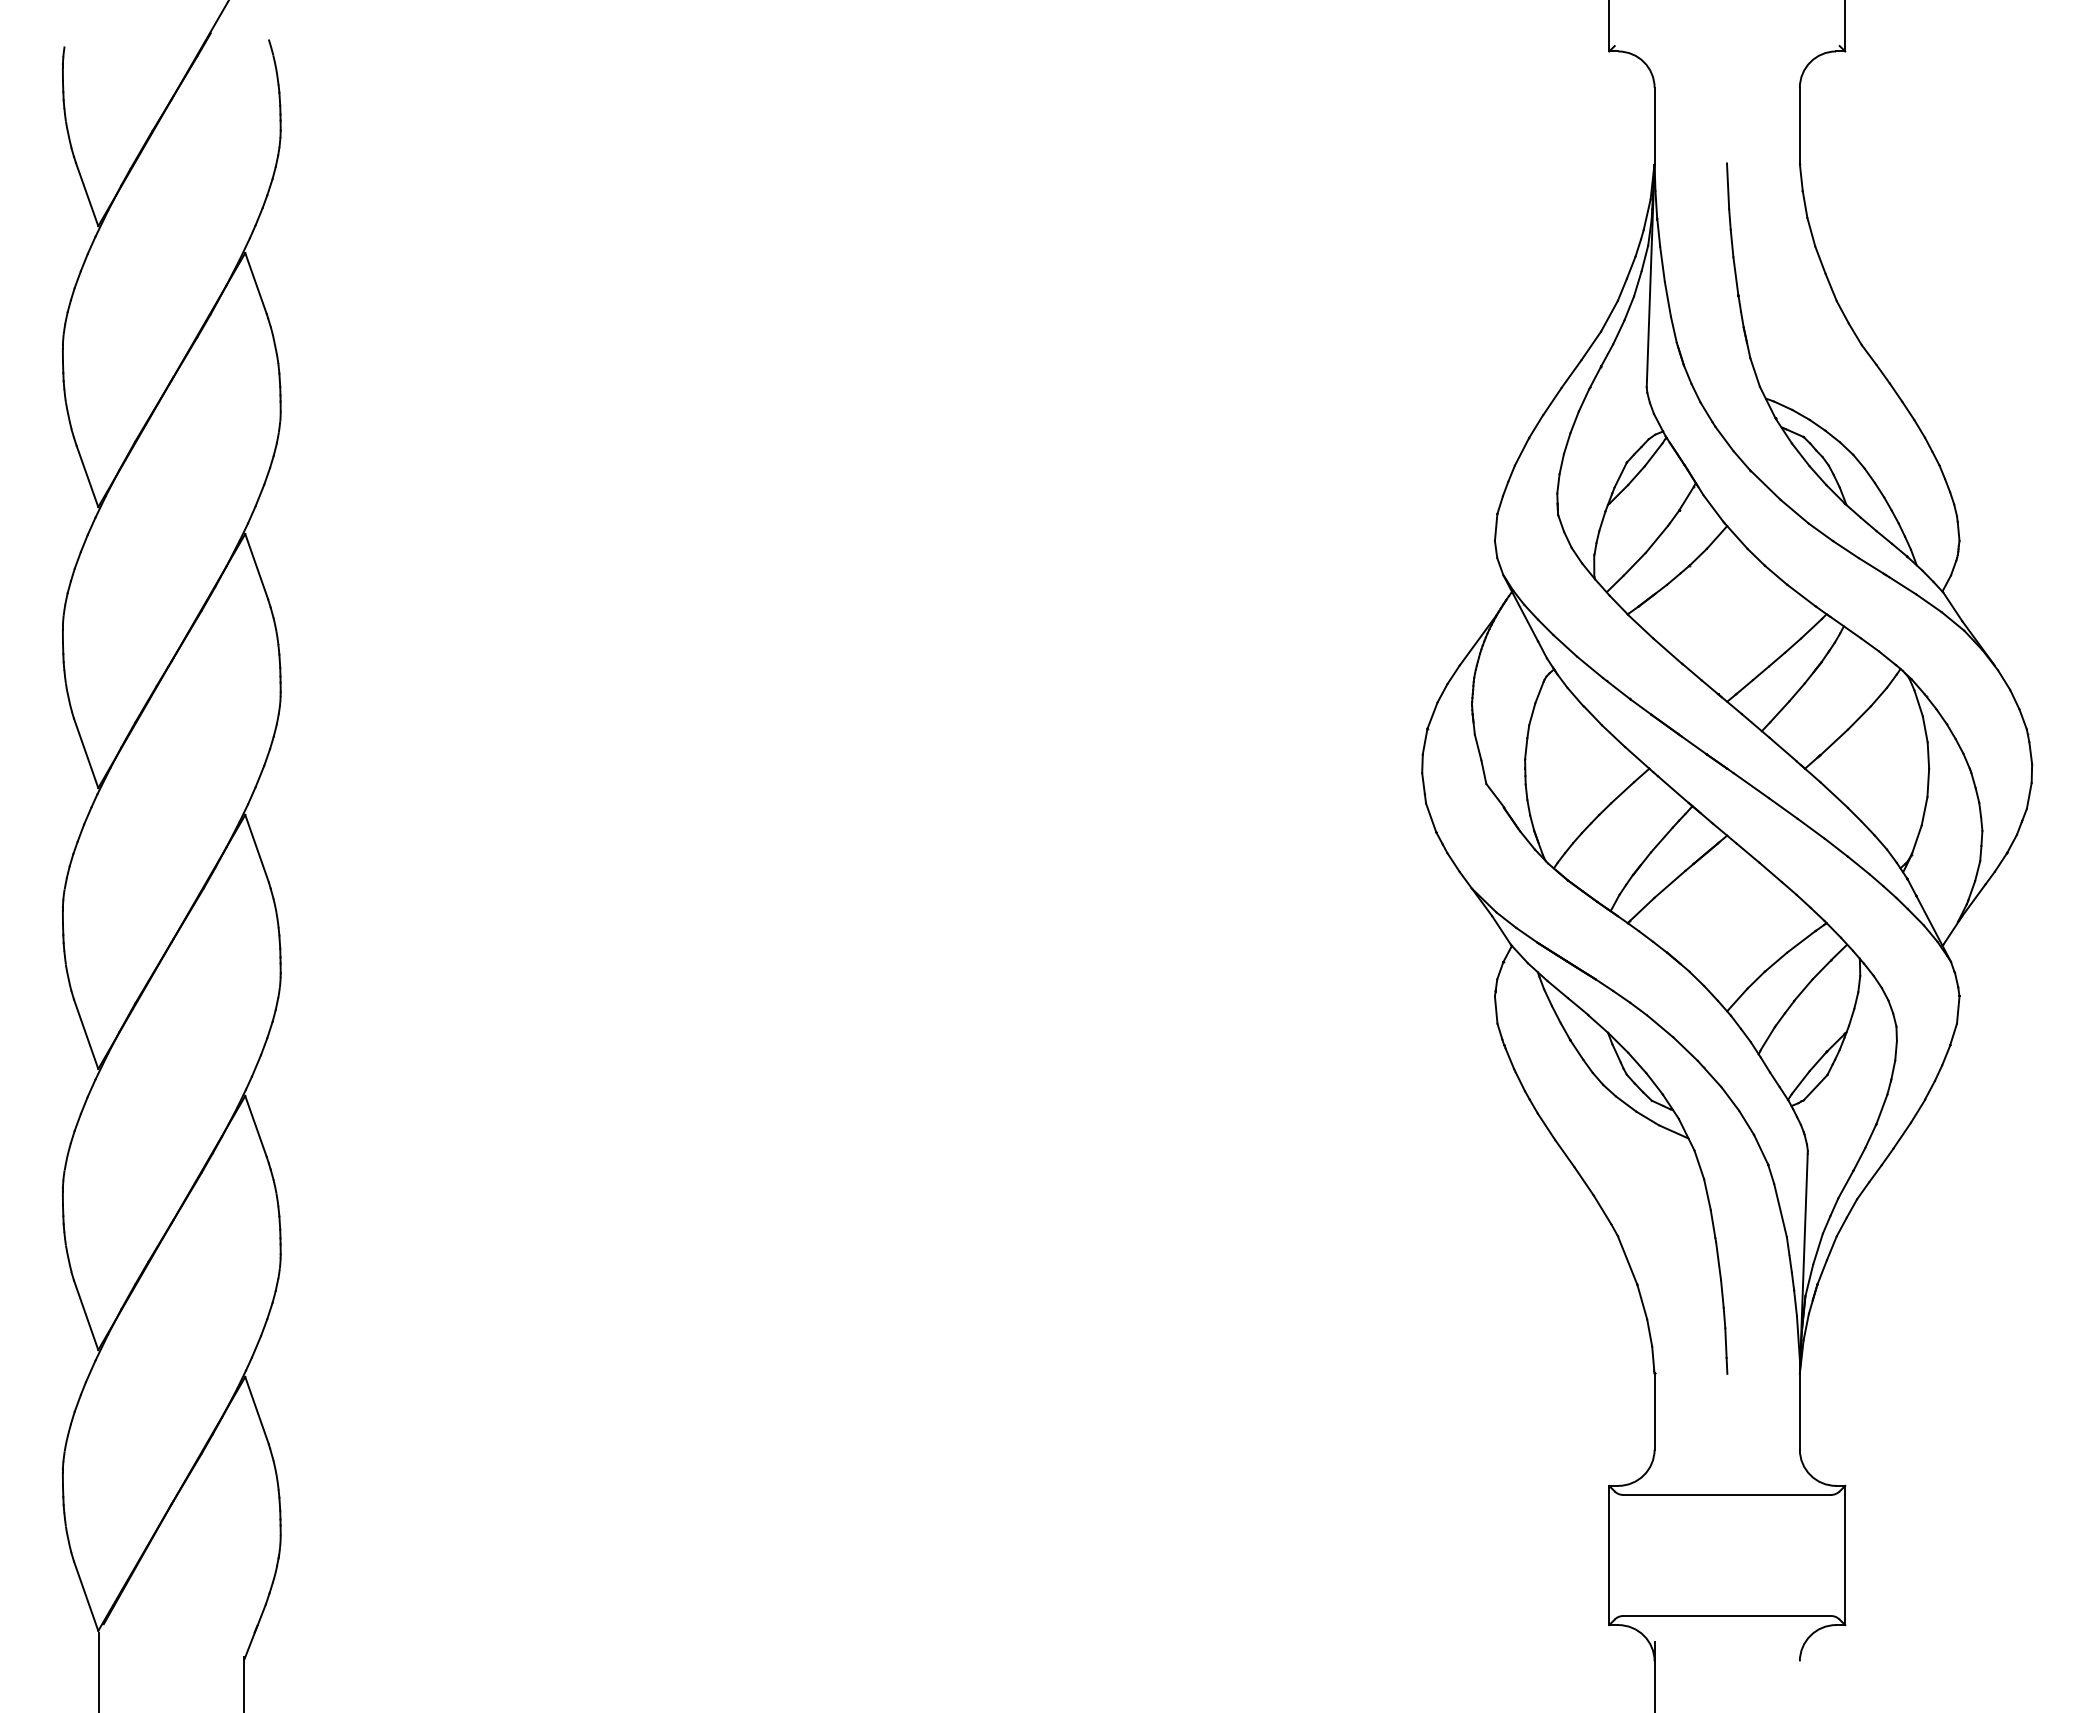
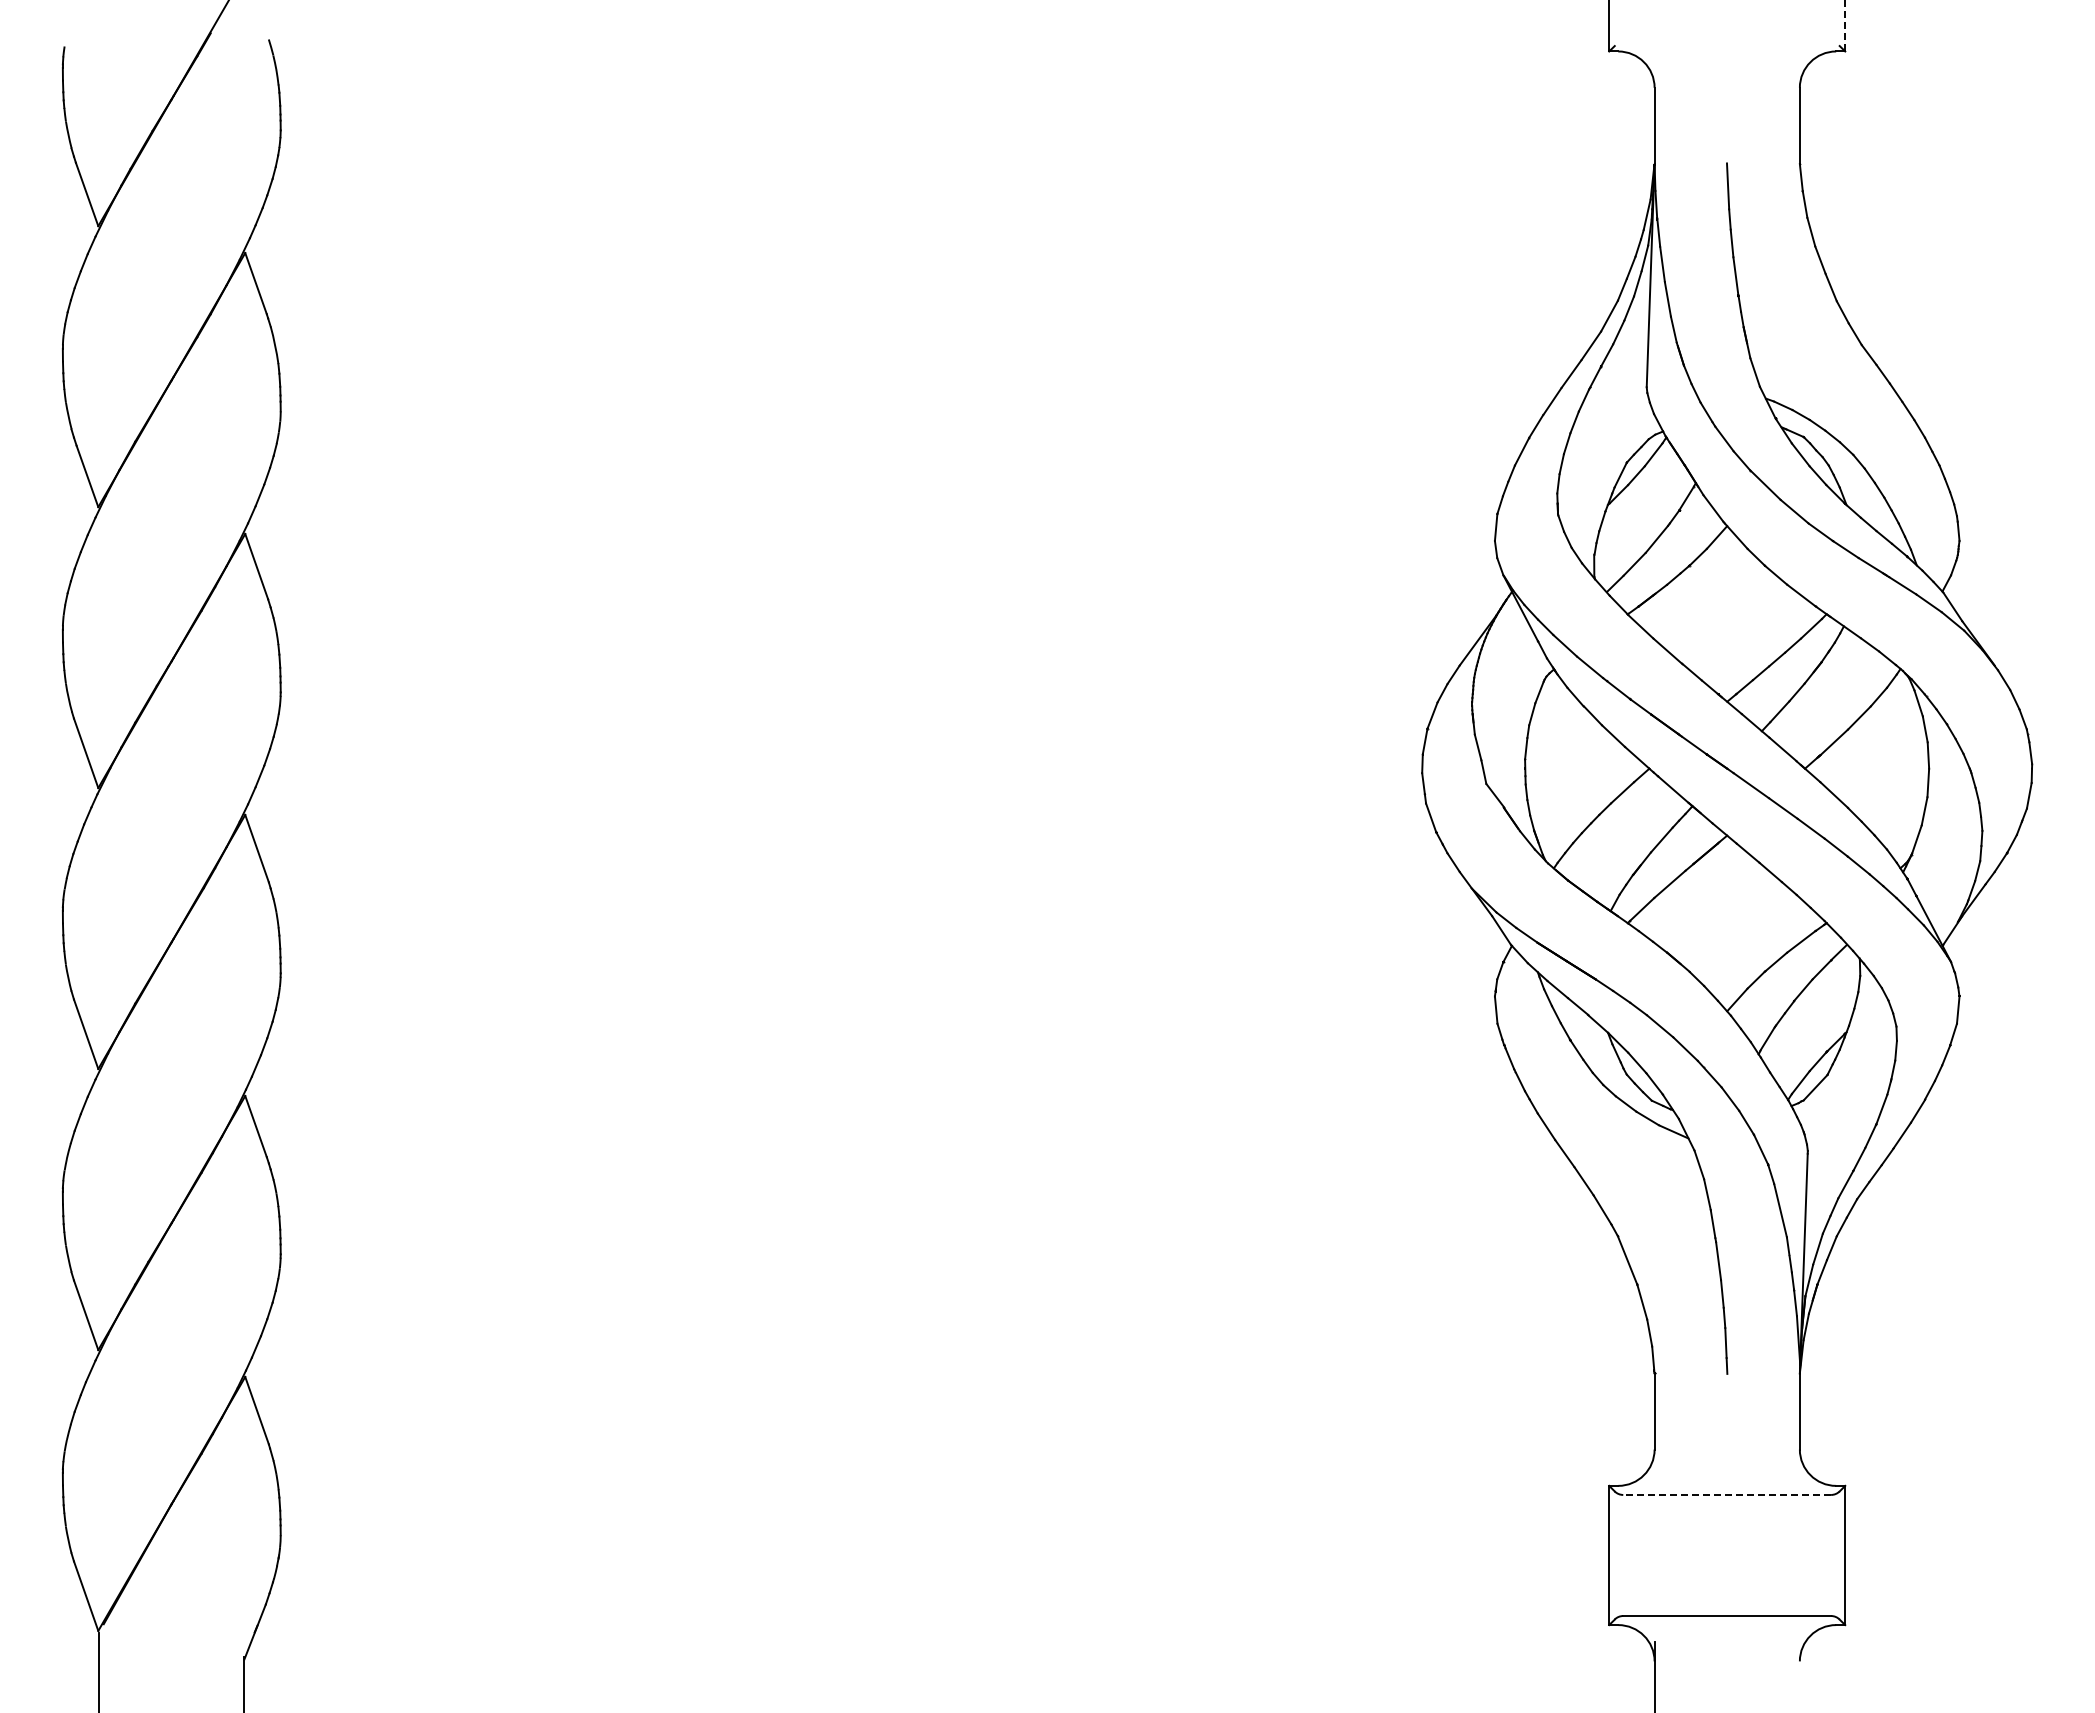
line at (1845, 26): solid -> dashed
line at (1727, 1494): solid -> dashed
